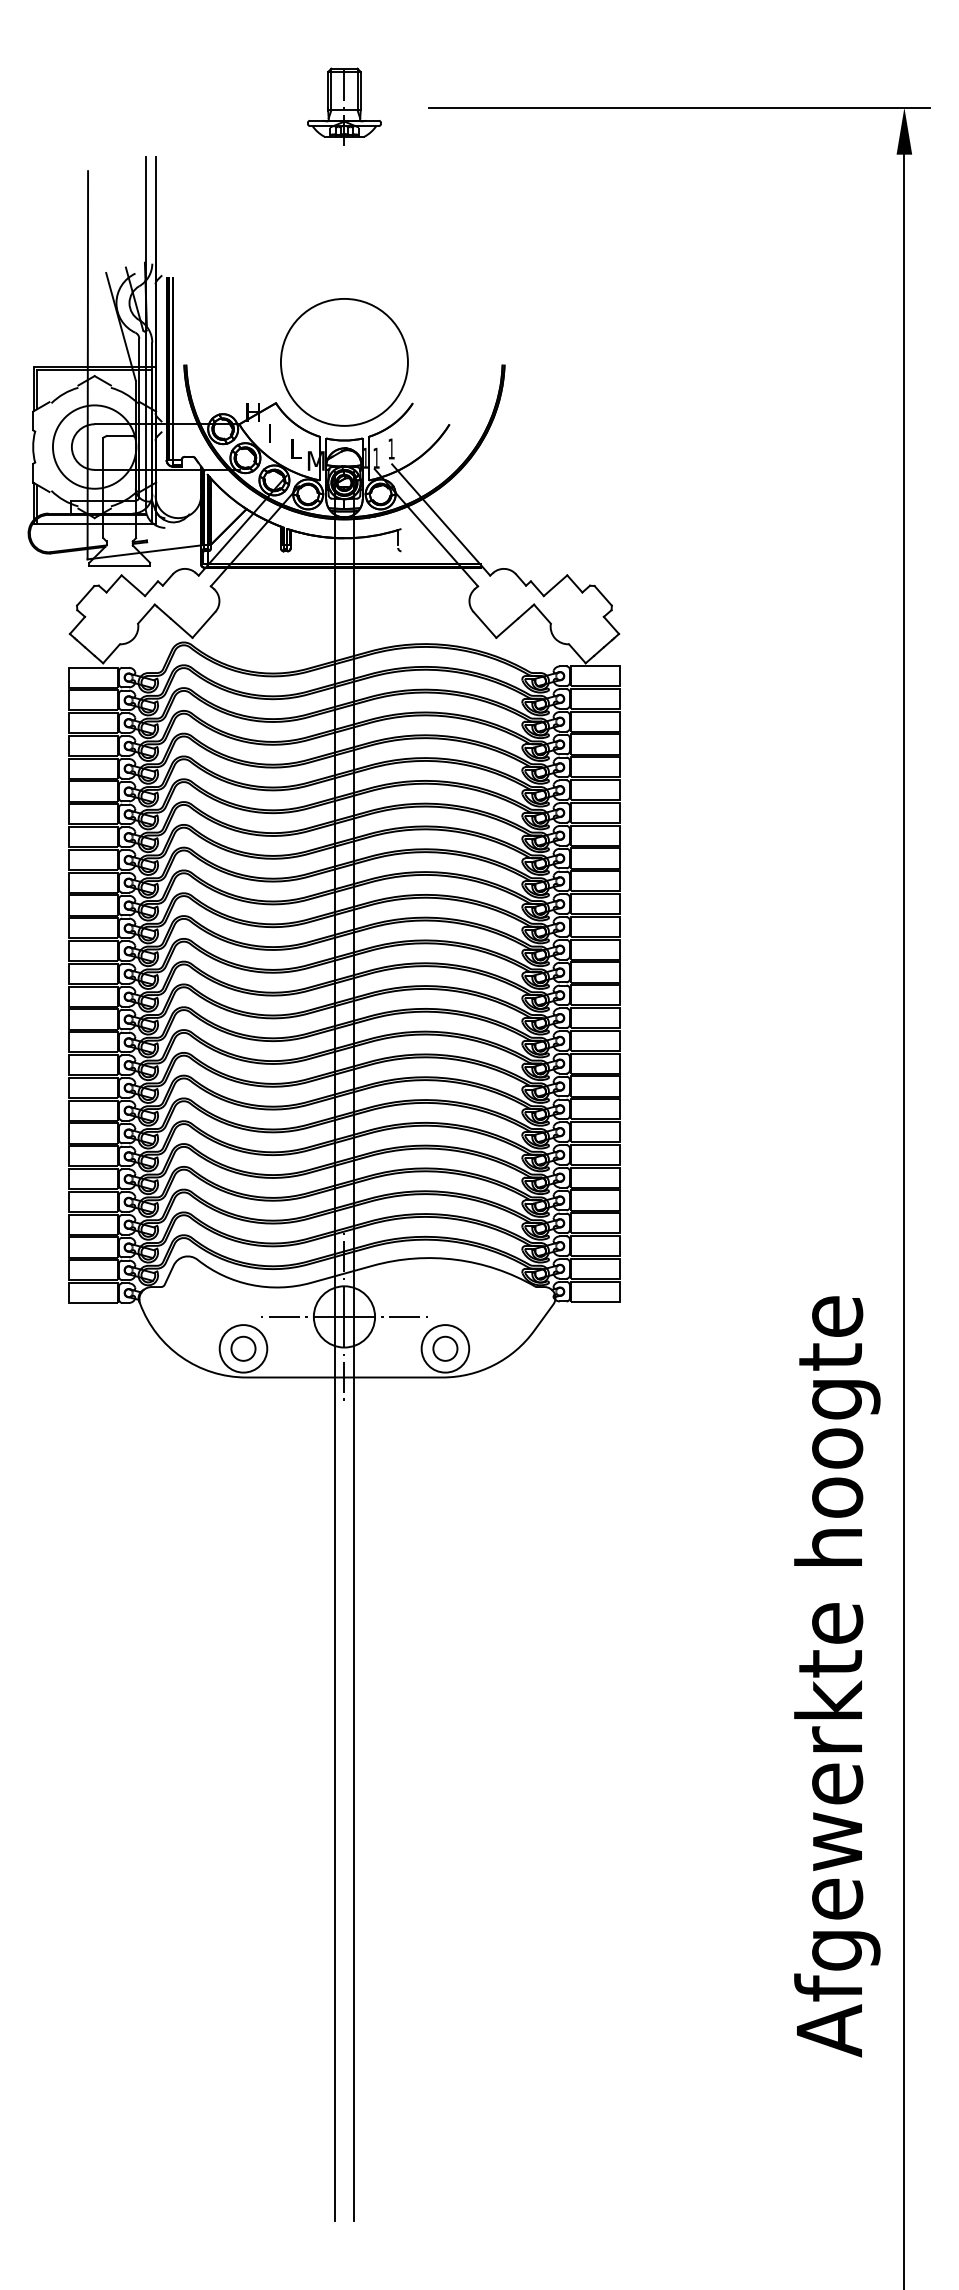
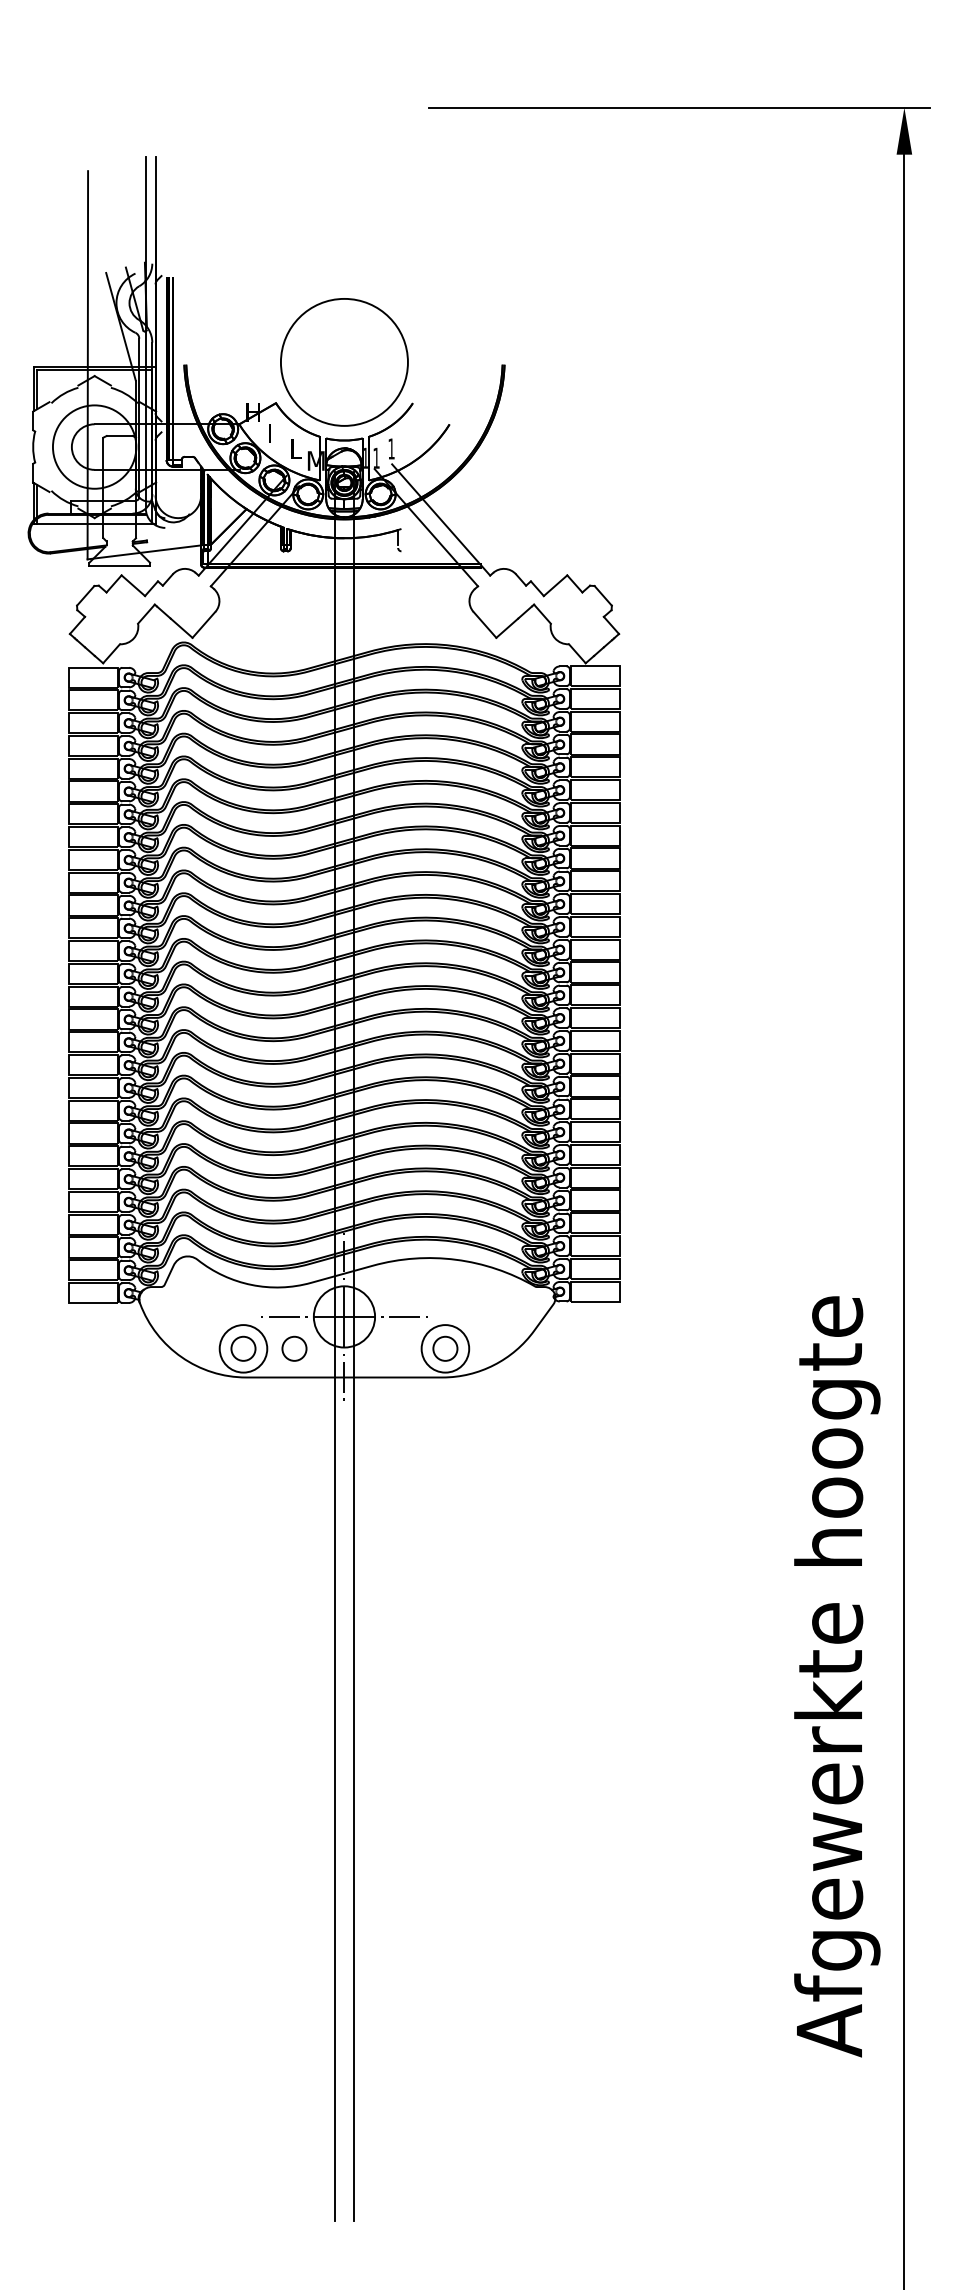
part at (344, 106): present -> none
circle at (294, 1348): none -> present
